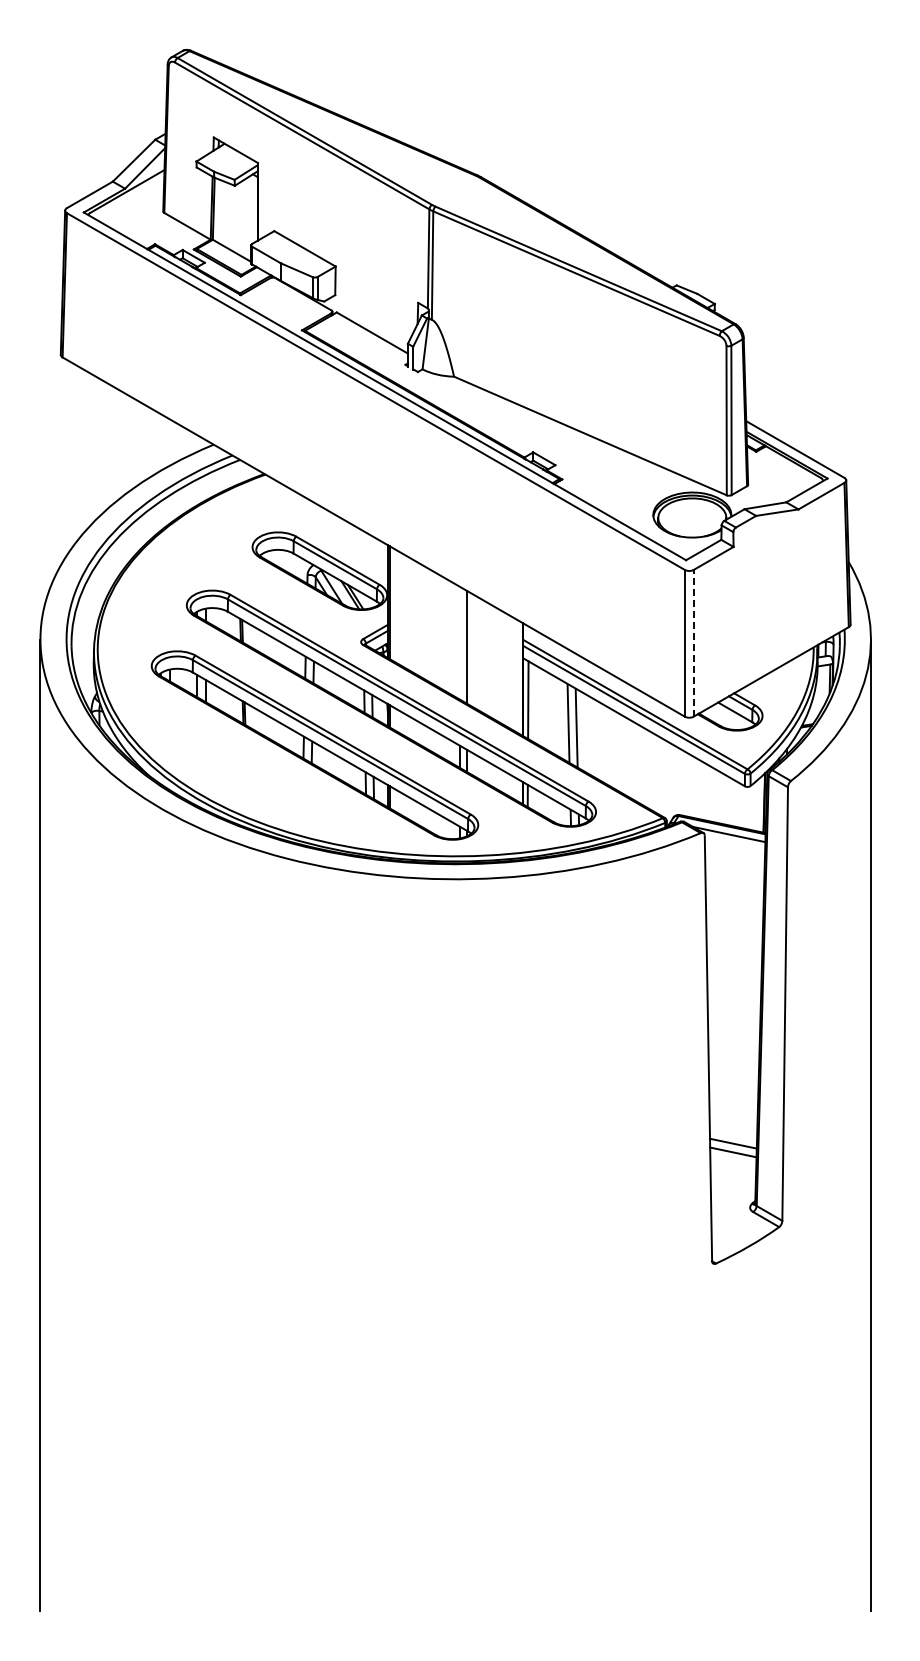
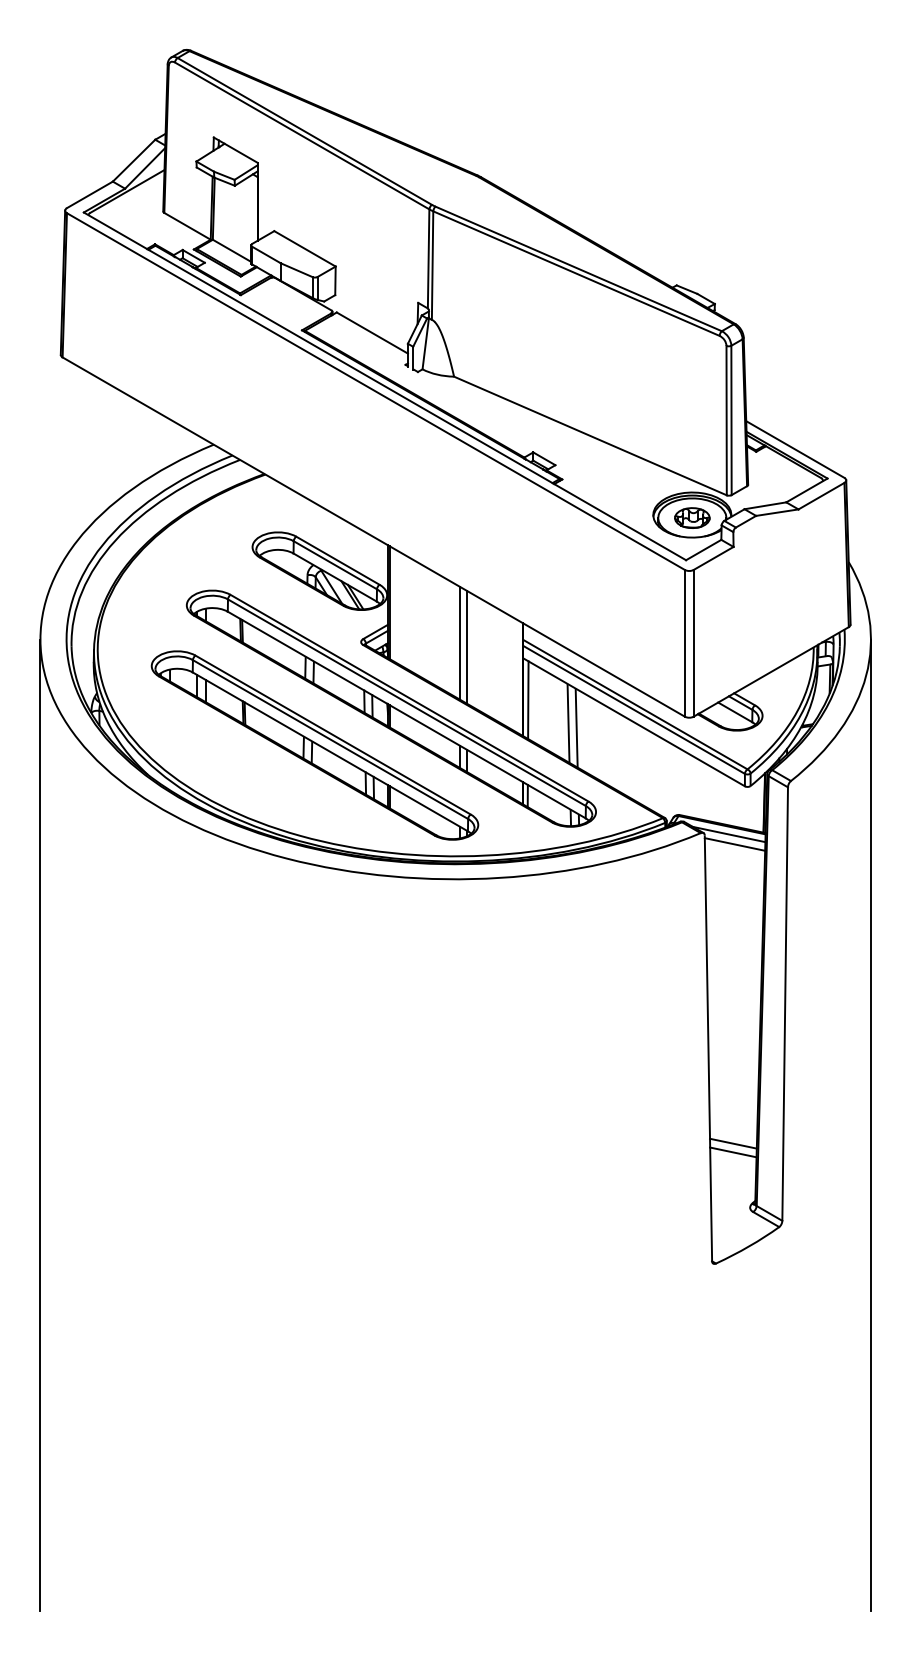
part at (692, 517): none -> present
line at (460, 642): none -> present
line at (693, 642): dashed -> solid
line at (734, 844): none -> present
